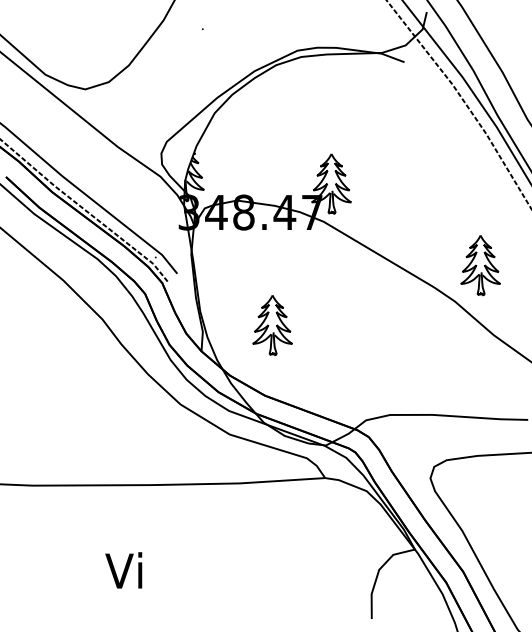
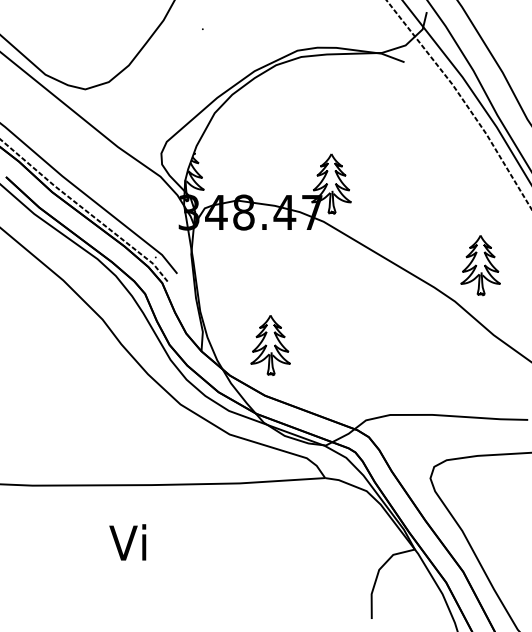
part at (272, 325) position: (272, 325) -> (270, 345)
text at (123, 570) position: (123, 570) -> (127, 542)
